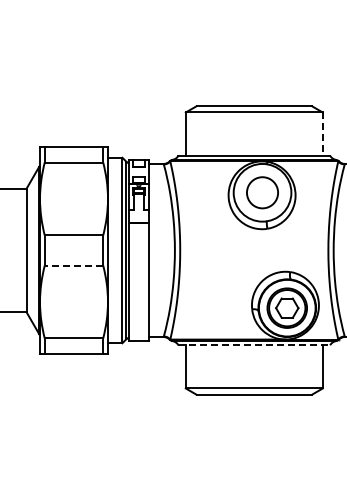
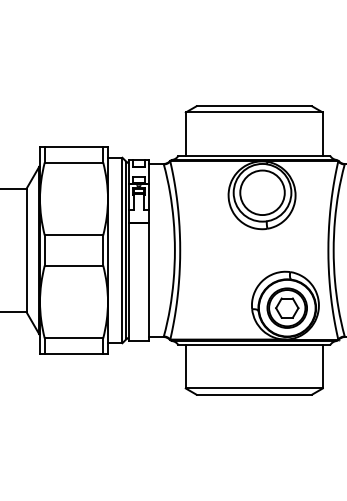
line at (322, 134): dashed -> solid
circle at (262, 192) diameter: 31 px -> 45 px
line at (73, 265): dashed -> solid
line at (254, 345): dashed -> solid
